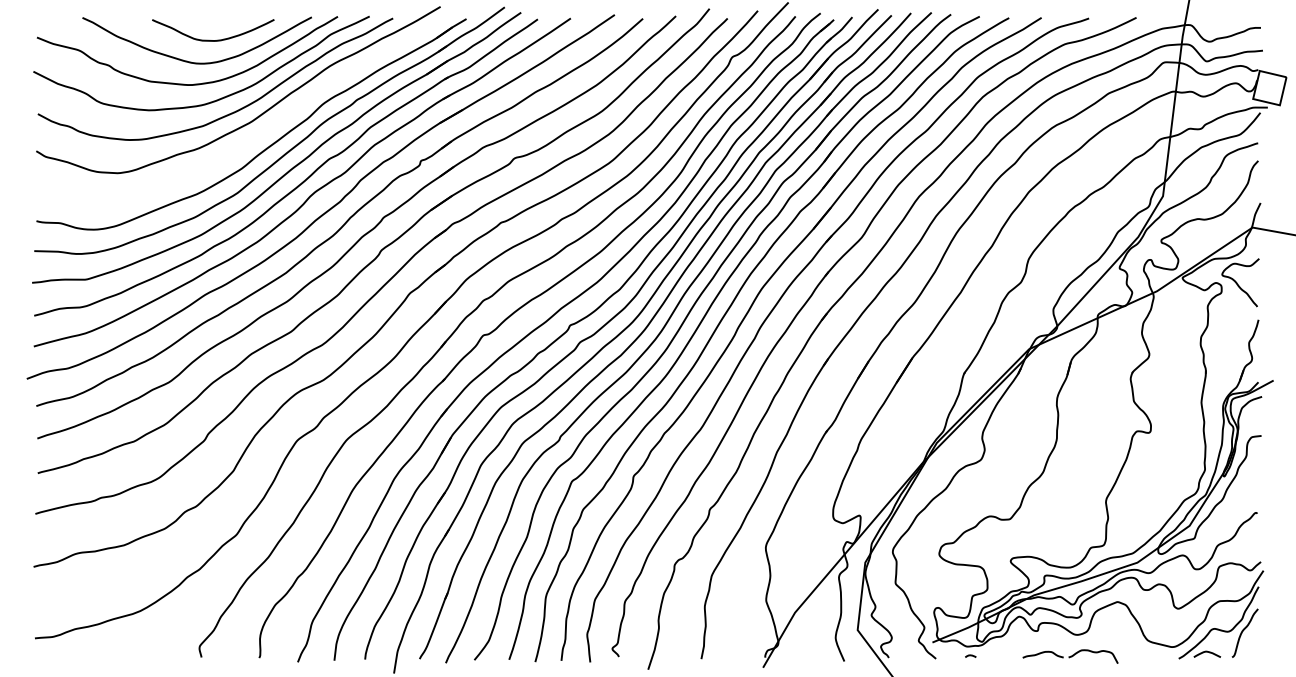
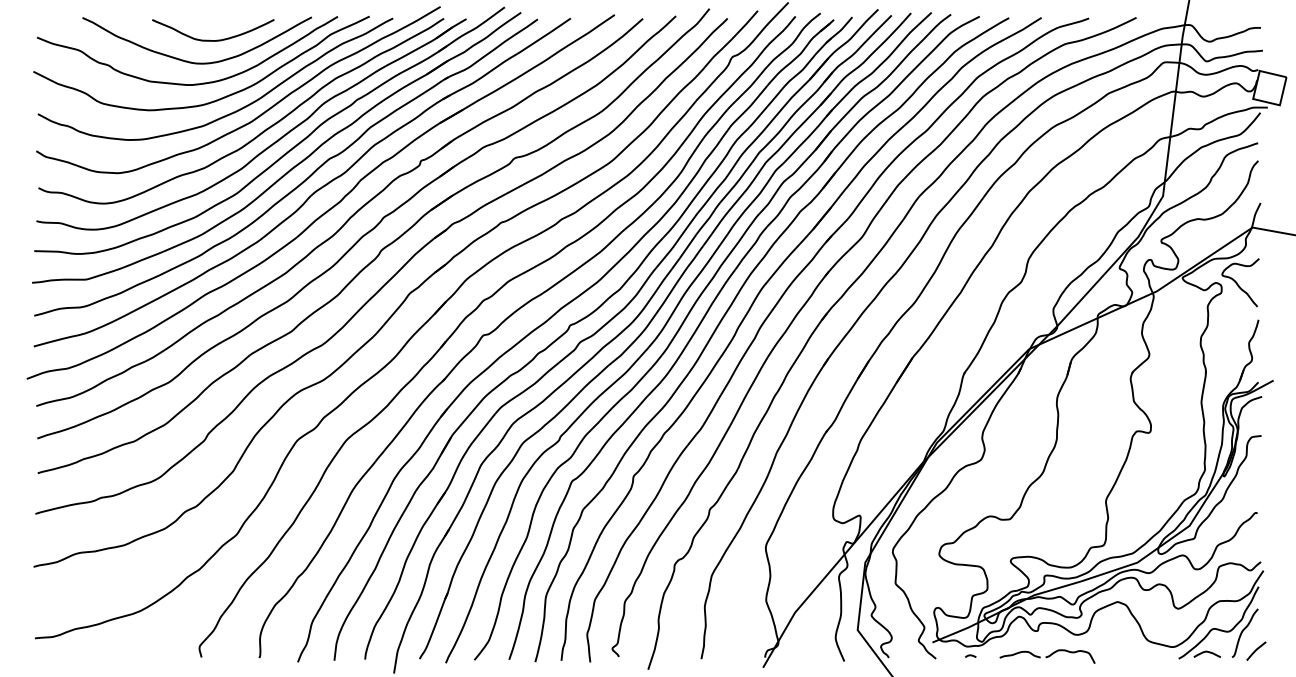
curve at (259, 133): none -> present
line at (1256, 650): none -> present
part at (1070, 656) position: (1070, 656) -> (1047, 656)
